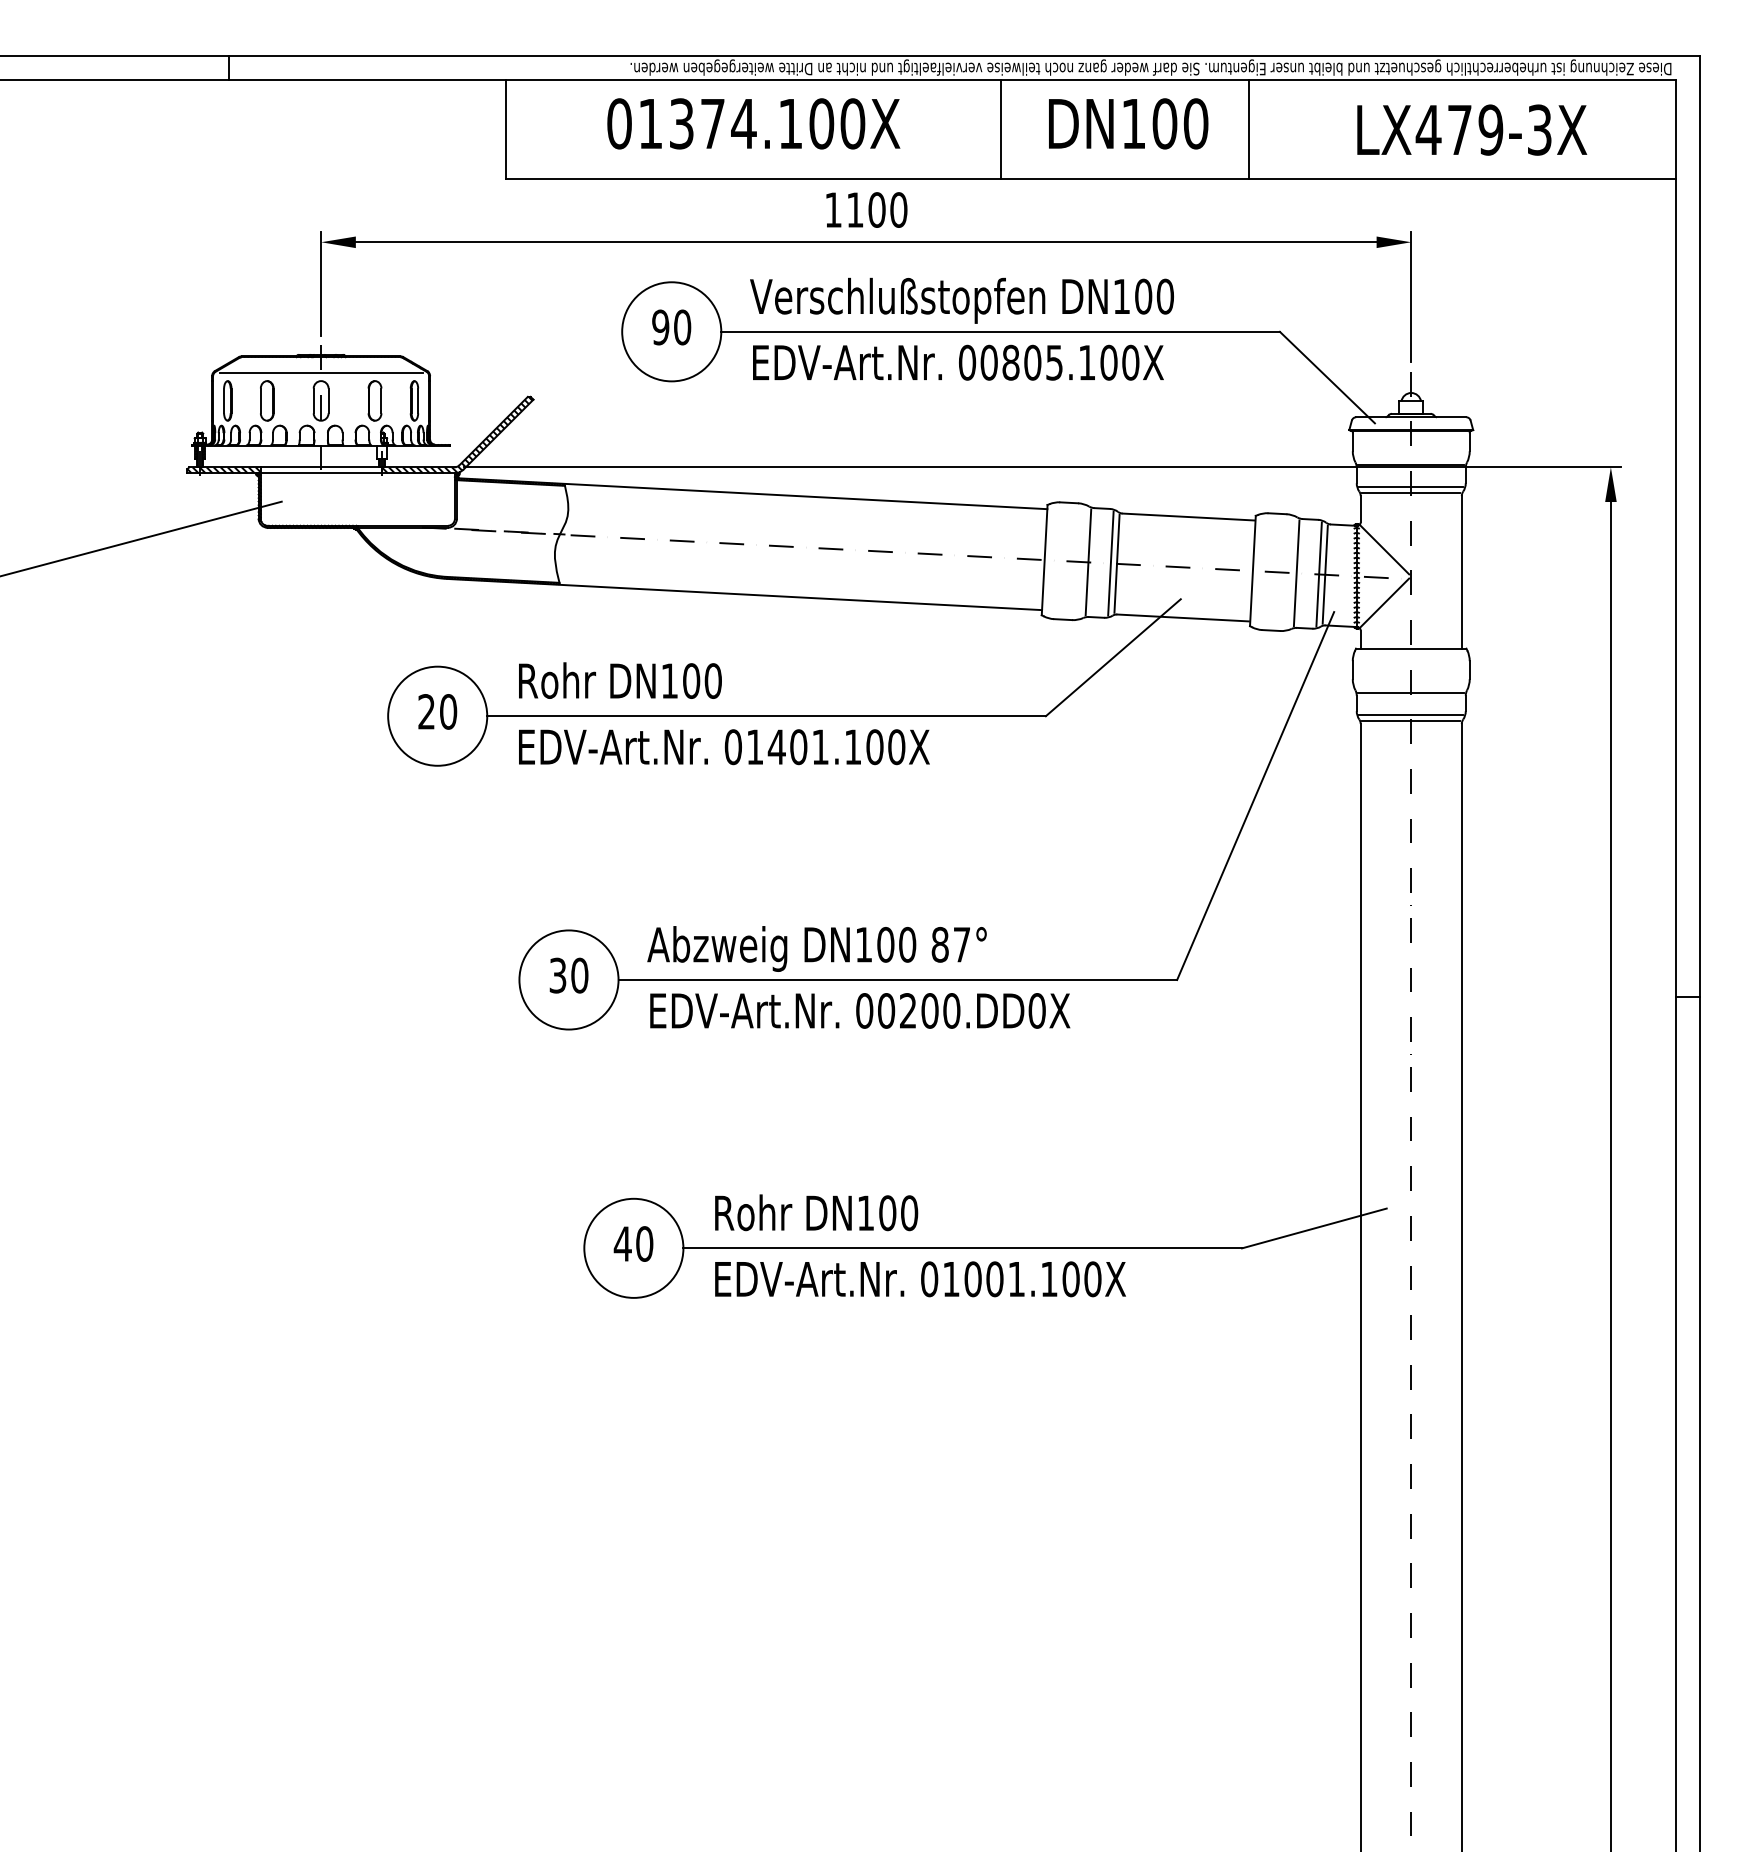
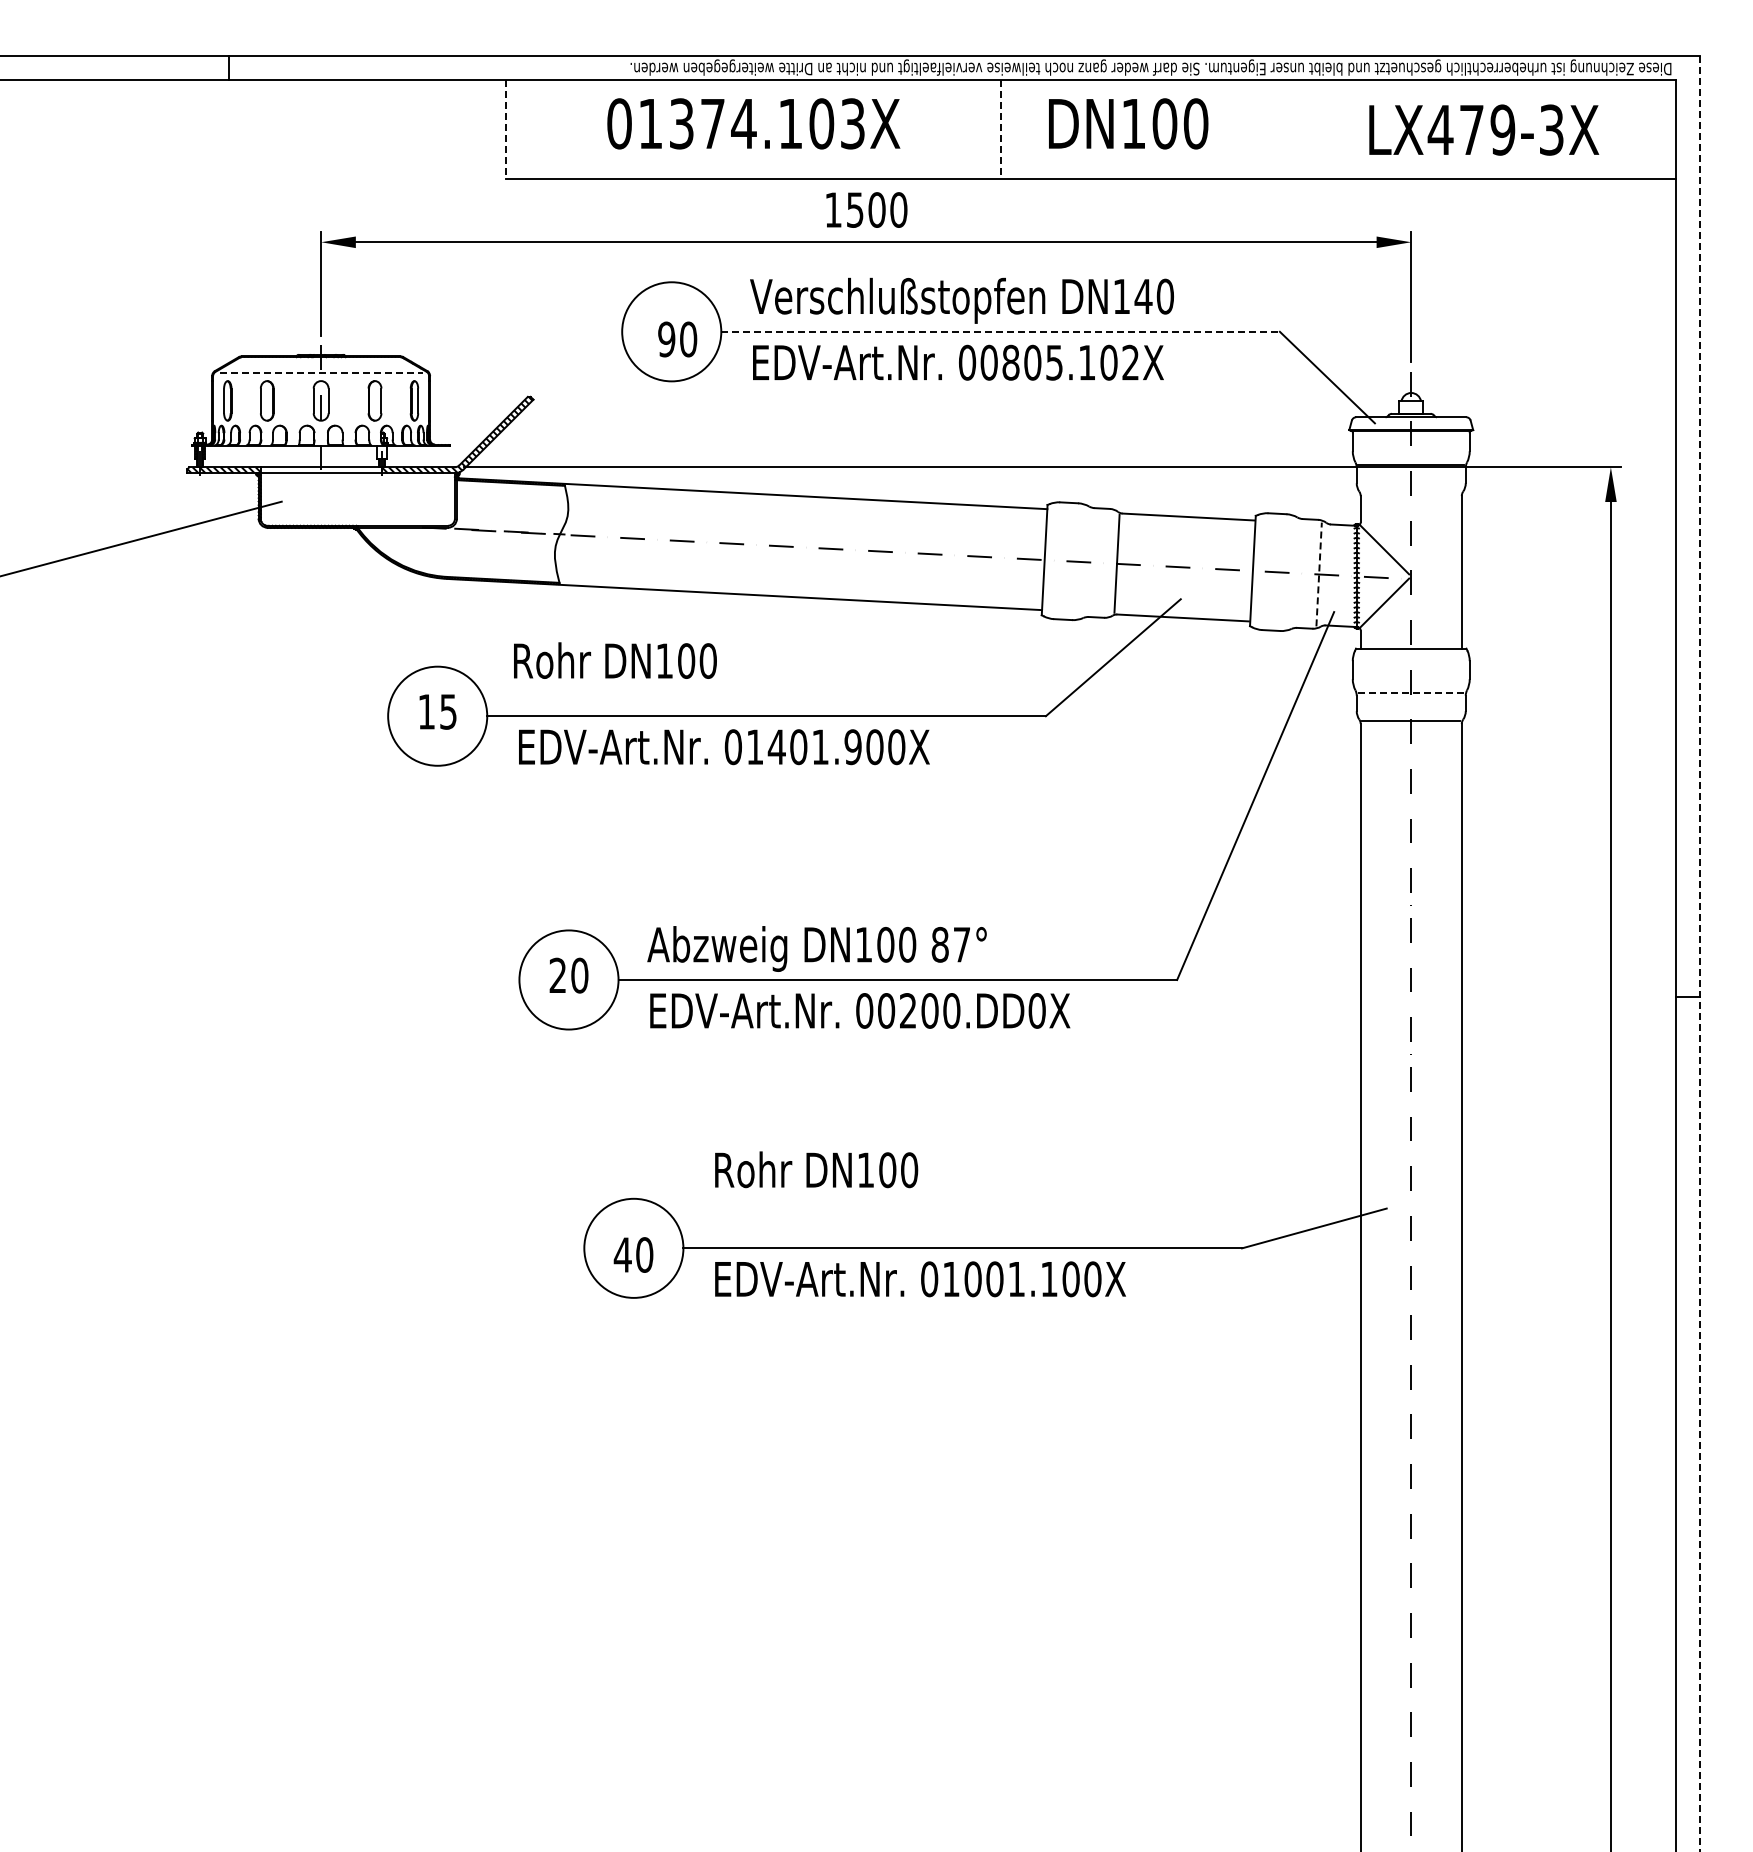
text at (852, 123): 01374.100X -> 01374.103X
line at (505, 129): solid -> dashed
line at (1001, 129): solid -> dashed
line at (1248, 129): present -> none
text at (1472, 129) position: (1472, 129) -> (1484, 129)
text at (855, 209): 1100 -> 1500
text at (1143, 296): DN100 -> DN140
text at (671, 327) position: (671, 327) -> (677, 339)
line at (1001, 331): solid -> dashed
text at (1130, 362): 00805.100X -> 00805.102X
line at (321, 373): solid -> dashed
line at (1411, 487): present -> none
line at (1411, 493): present -> none
line at (1088, 562): present -> none
line at (1110, 563): present -> none
line at (1296, 573): present -> none
line at (1319, 574): solid -> dashed
line at (1324, 574): present -> none
text at (620, 680) position: (620, 680) -> (615, 660)
line at (1411, 692): solid -> dashed
text at (437, 711): 20 -> 15
line at (1411, 714): present -> none
text at (852, 747): 01401.100X -> 01401.900X
line at (1700, 953): solid -> dashed
text at (557, 975): 30 -> 20
text at (816, 1212) position: (816, 1212) -> (816, 1169)
text at (633, 1243) position: (633, 1243) -> (633, 1254)
